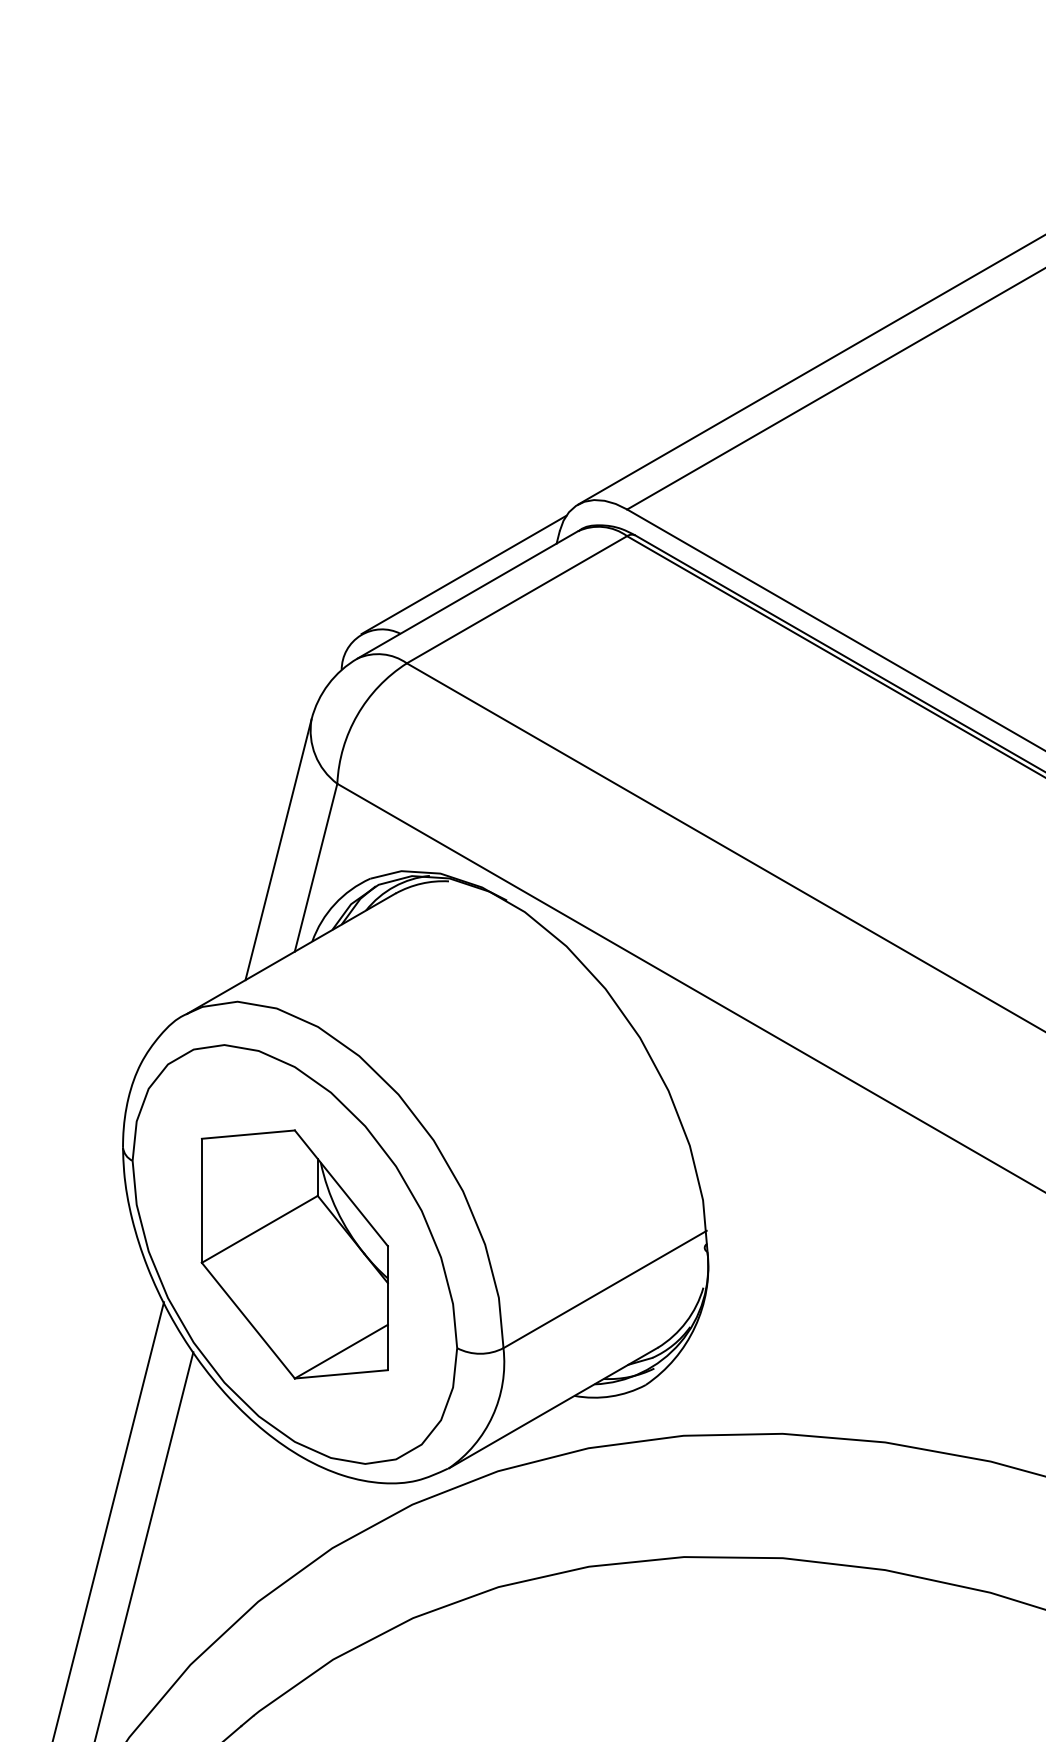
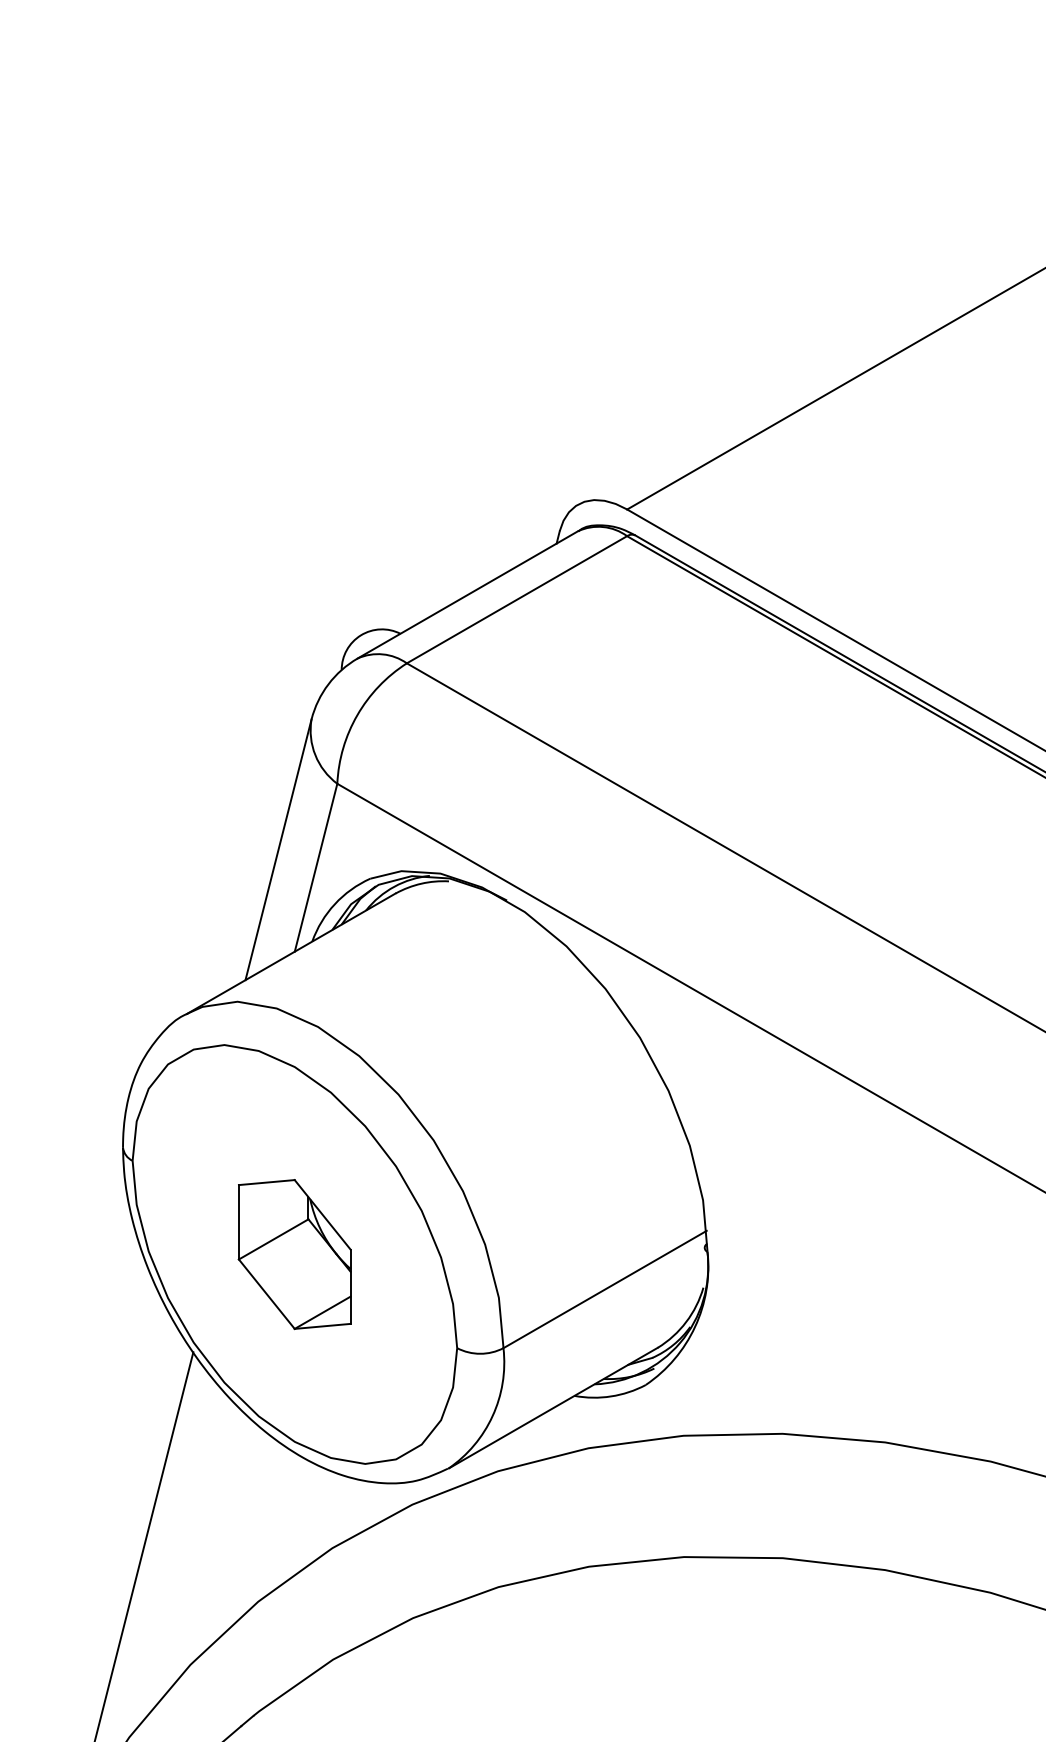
line at (810, 370): present -> none
line at (463, 574): present -> none
part at (294, 1254) size: 189x251 px -> 115x152 px
line at (108, 1520): present -> none
